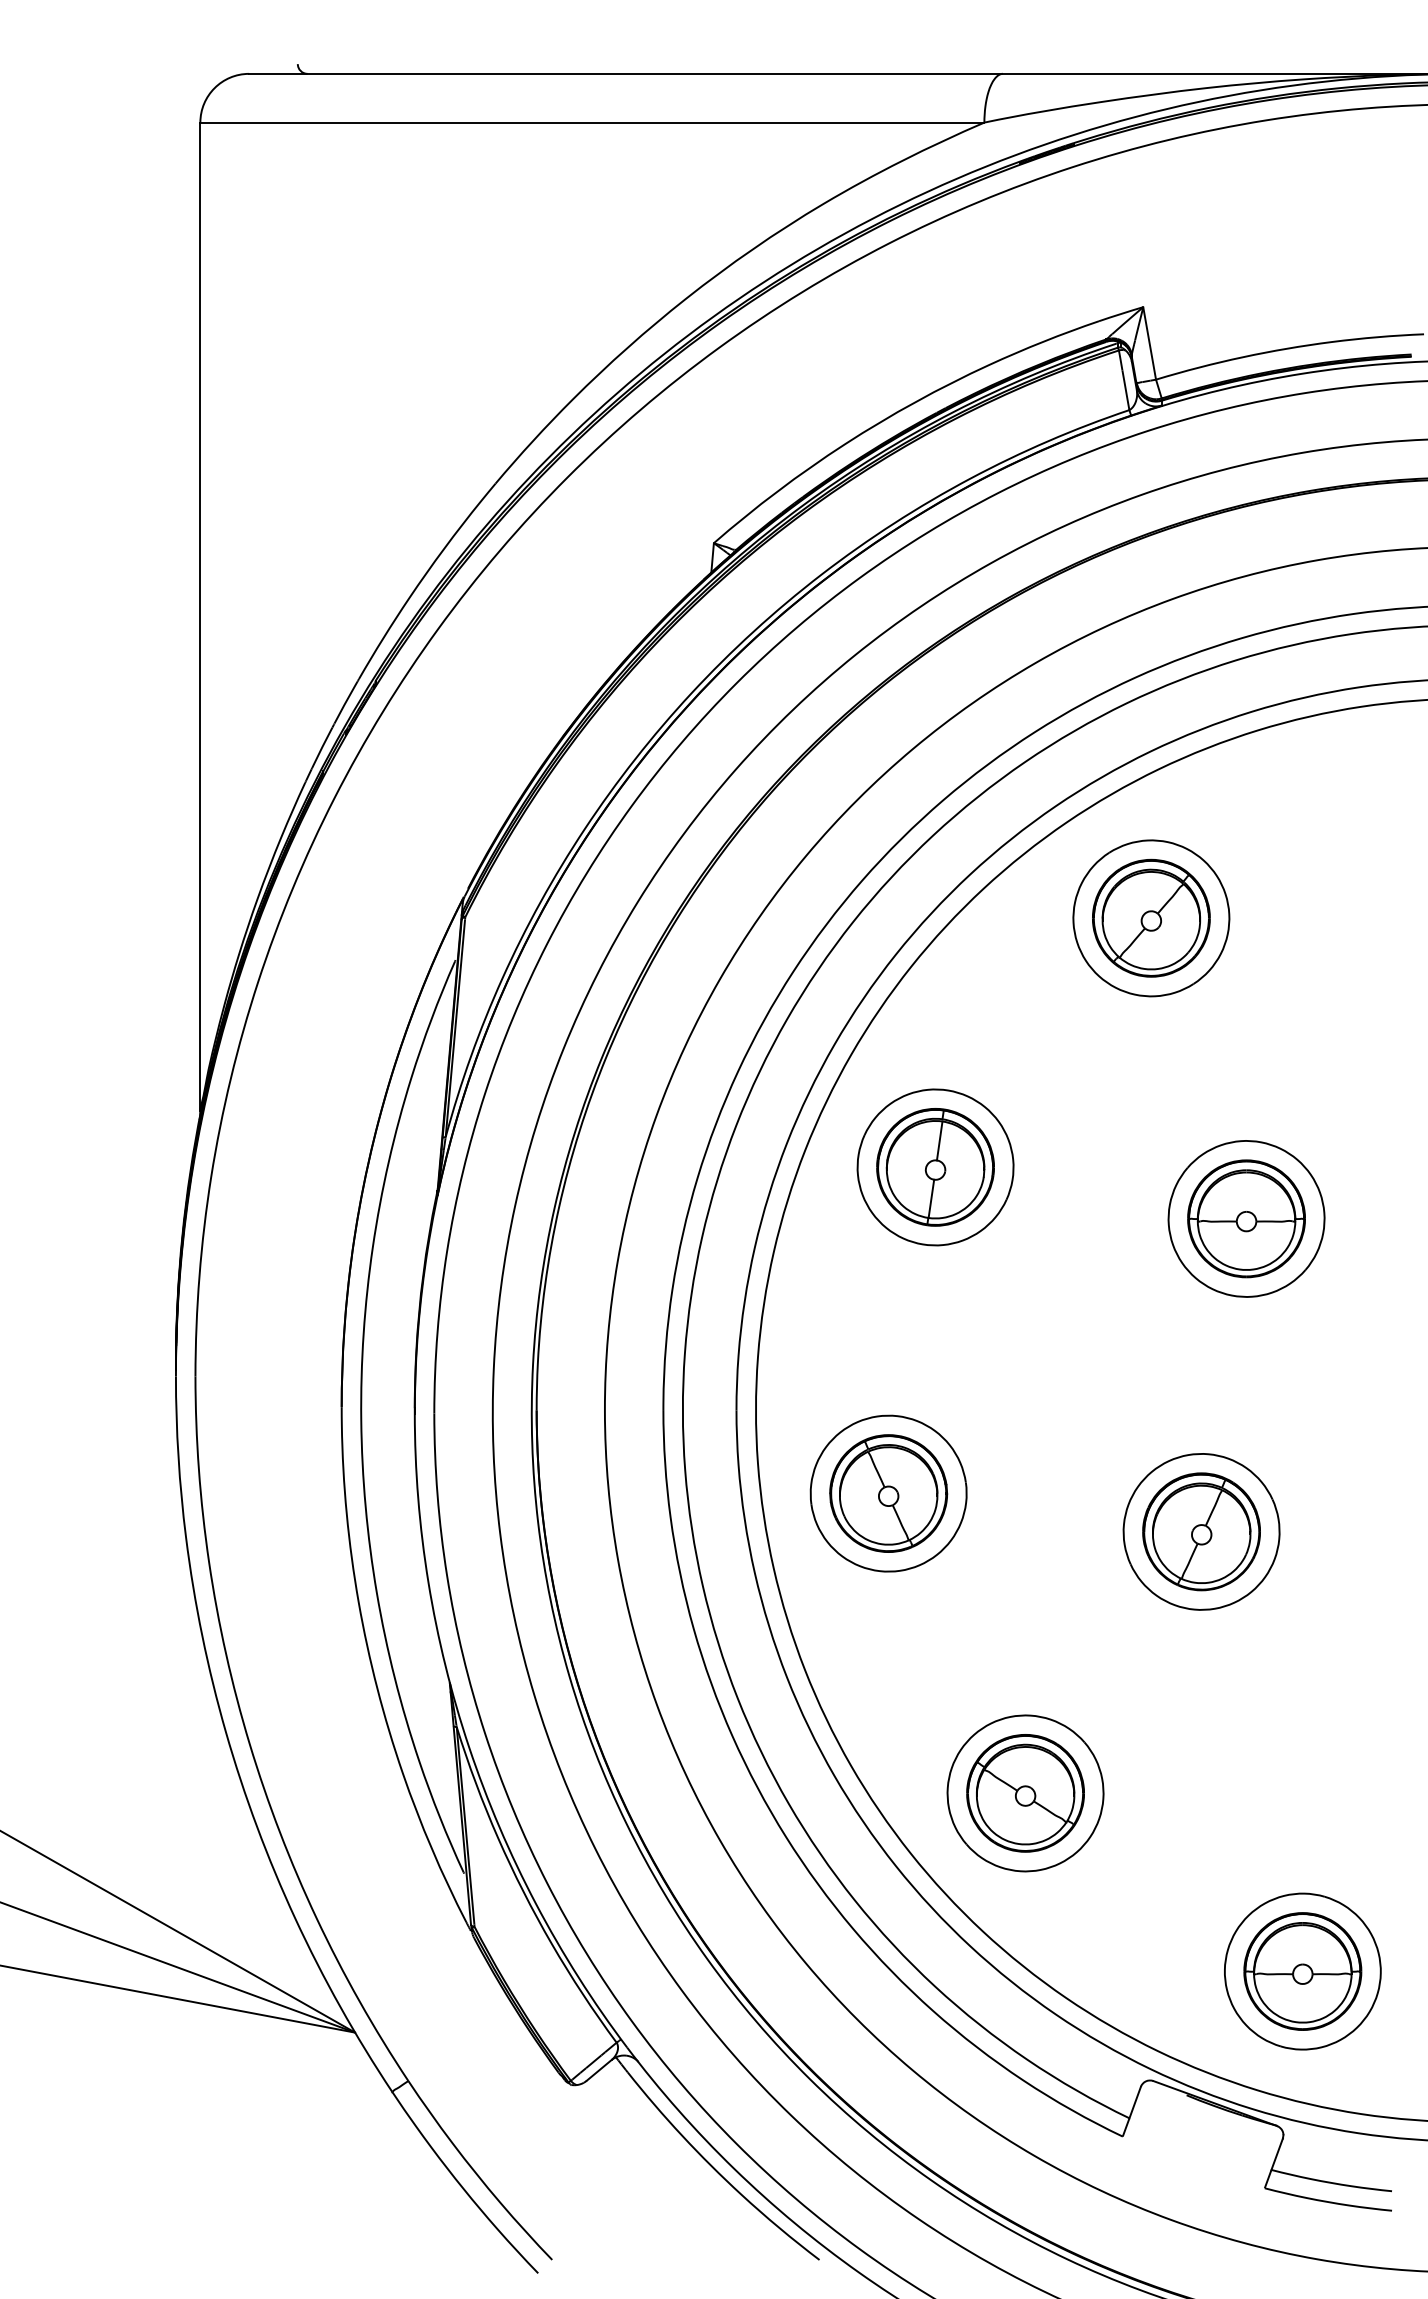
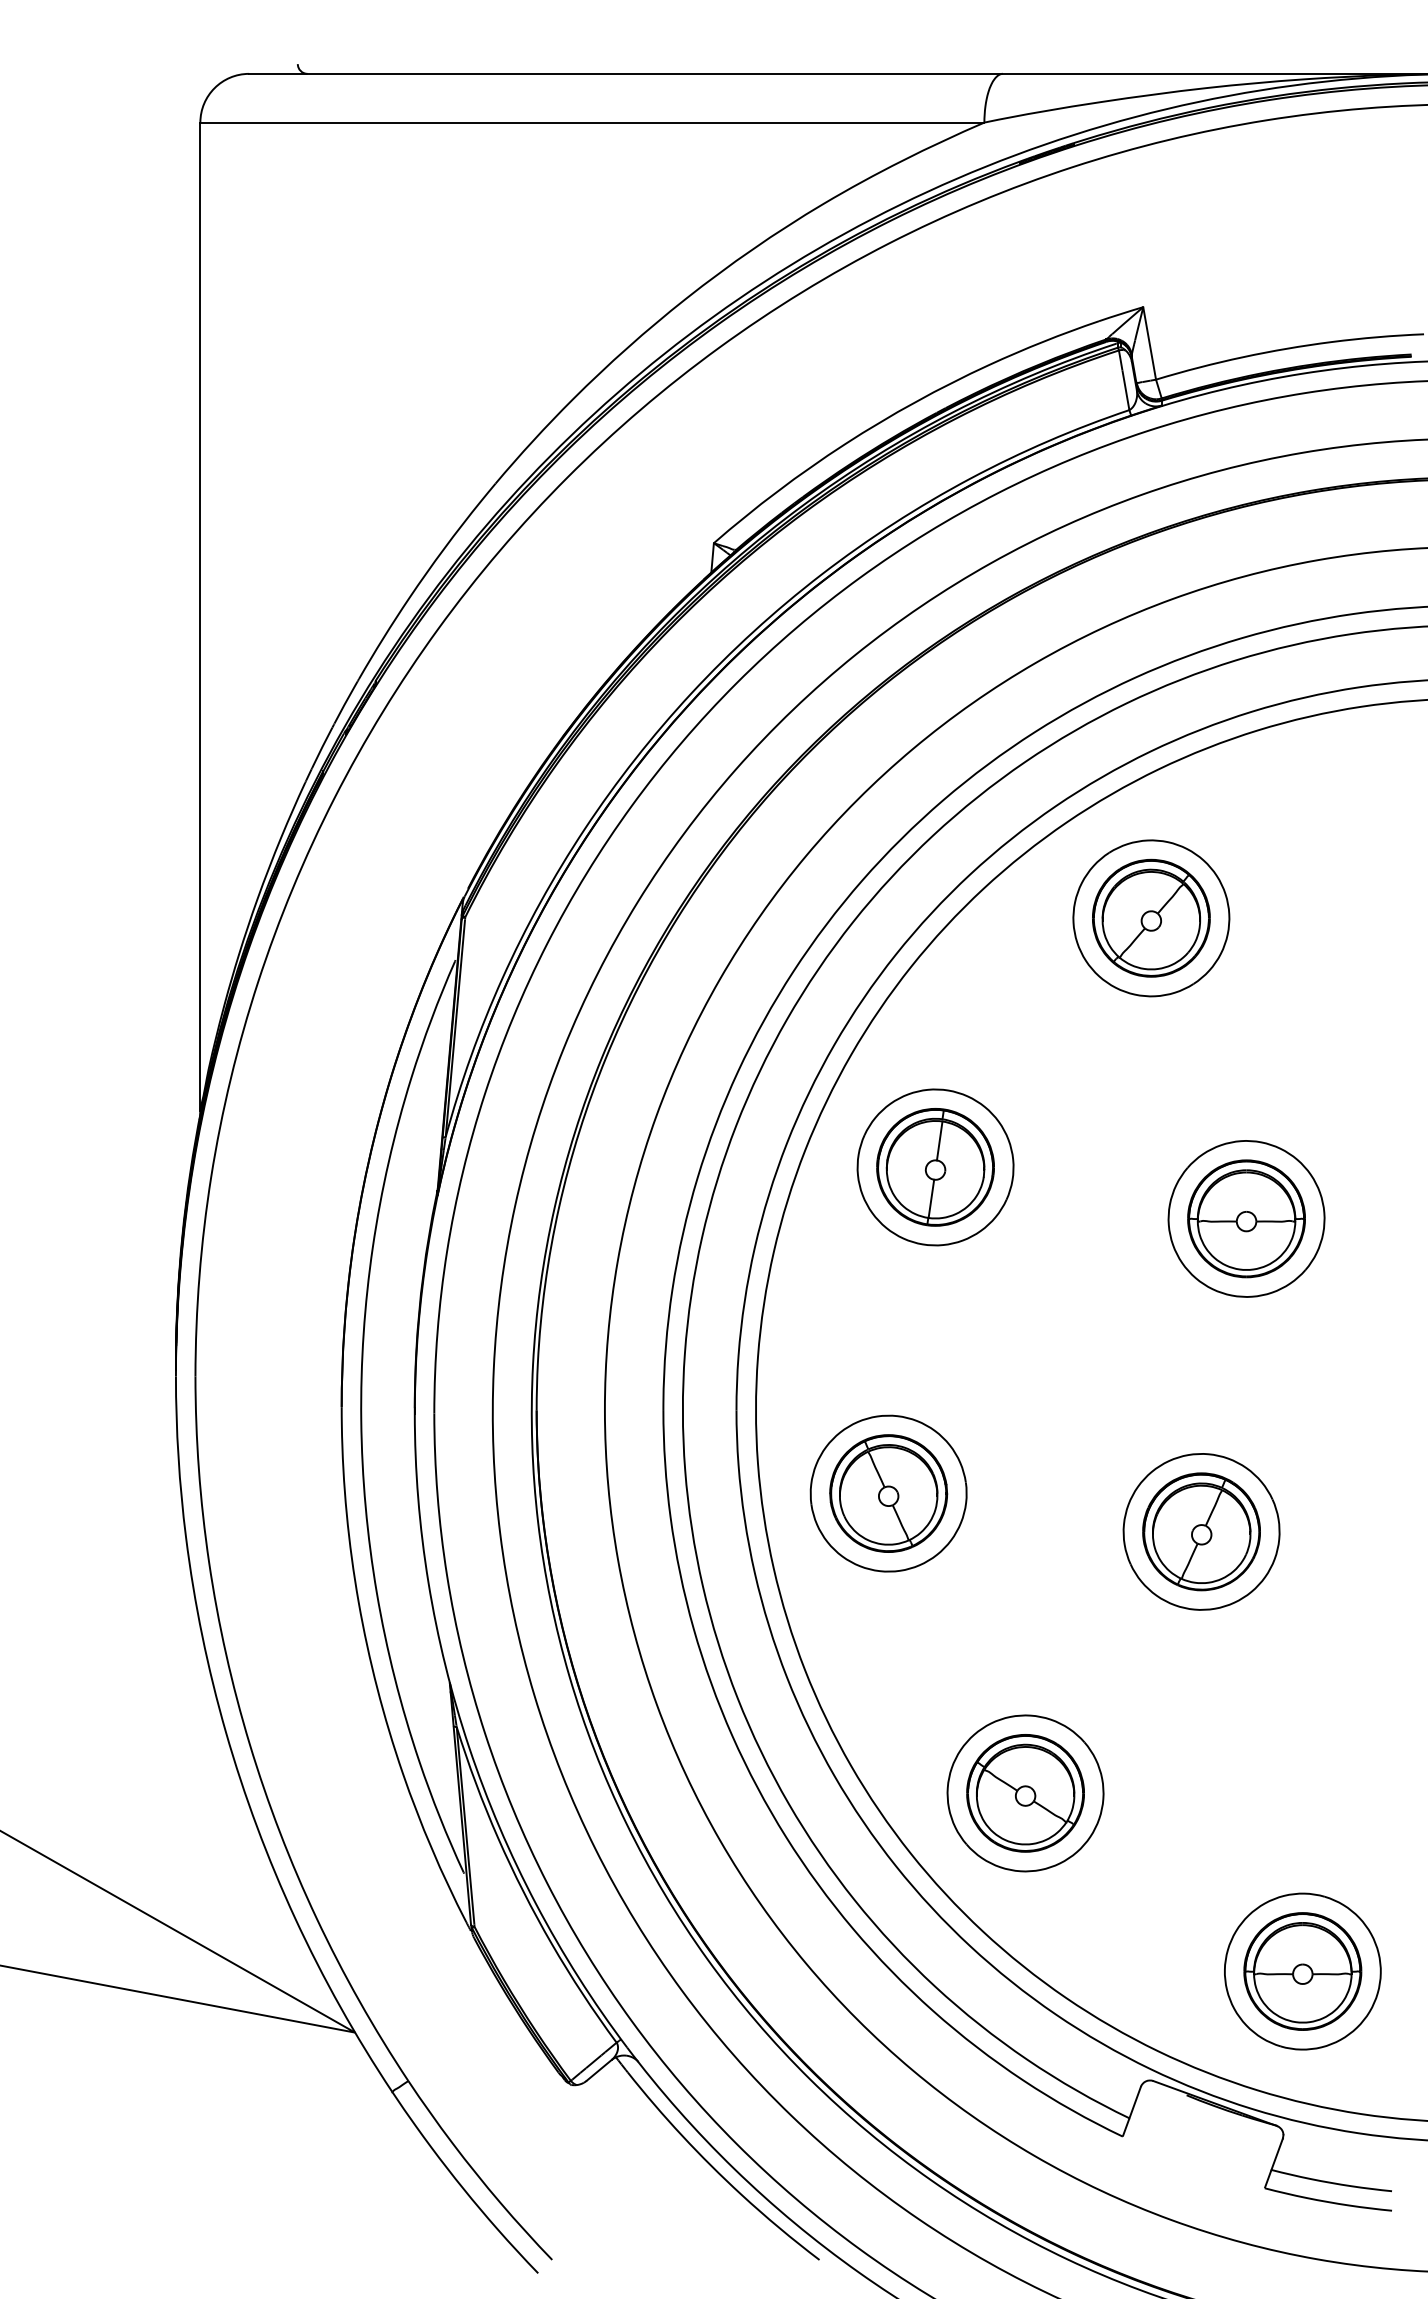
line at (178, 1967): present -> none
